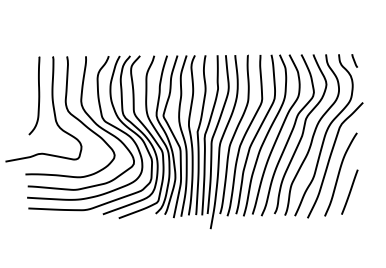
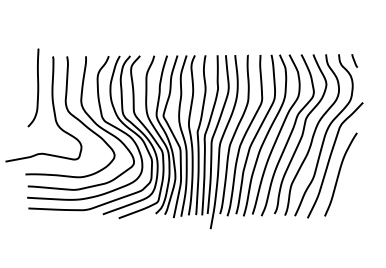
curve at (38, 95) position: (38, 95) -> (37, 87)
line at (349, 191): present -> none
